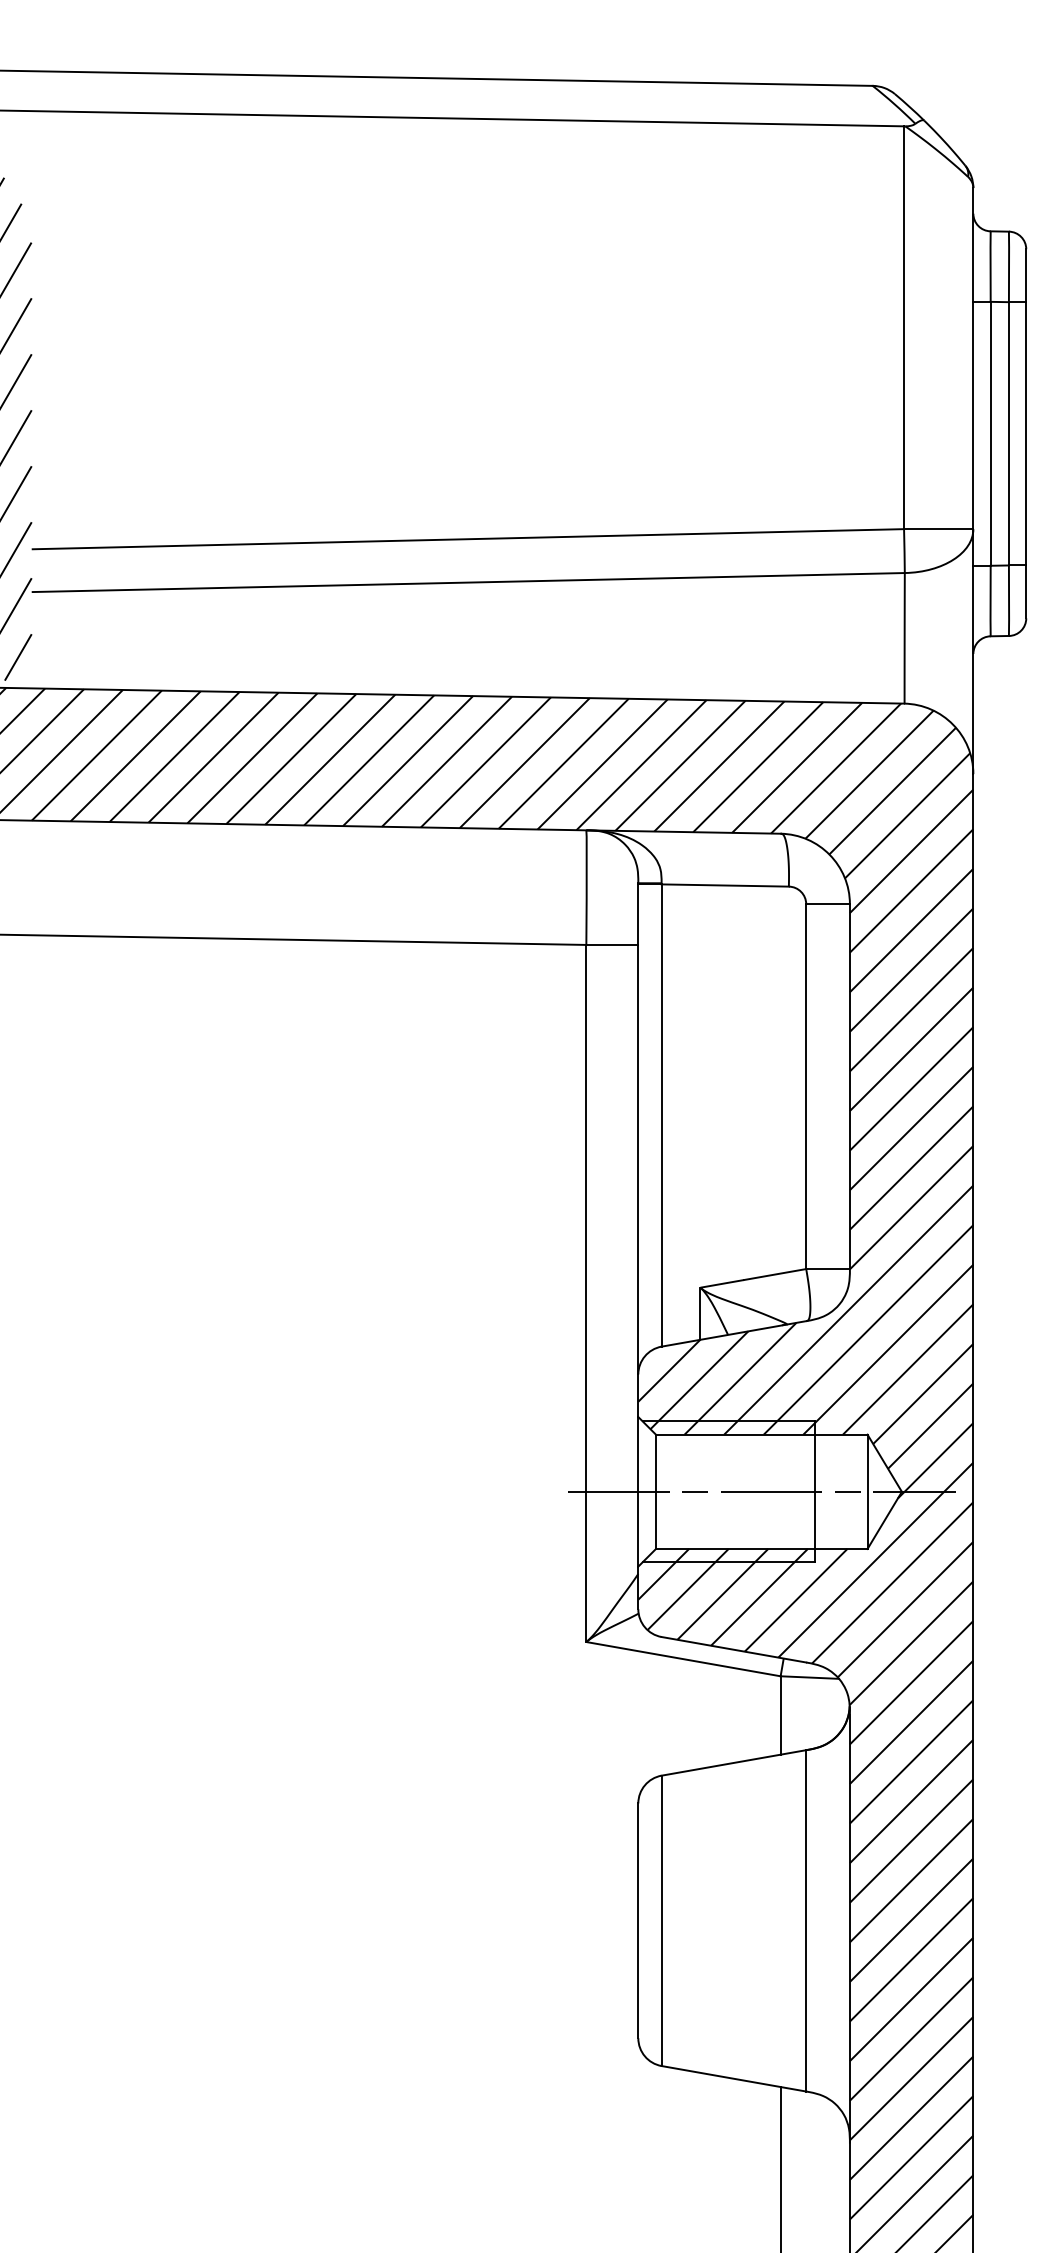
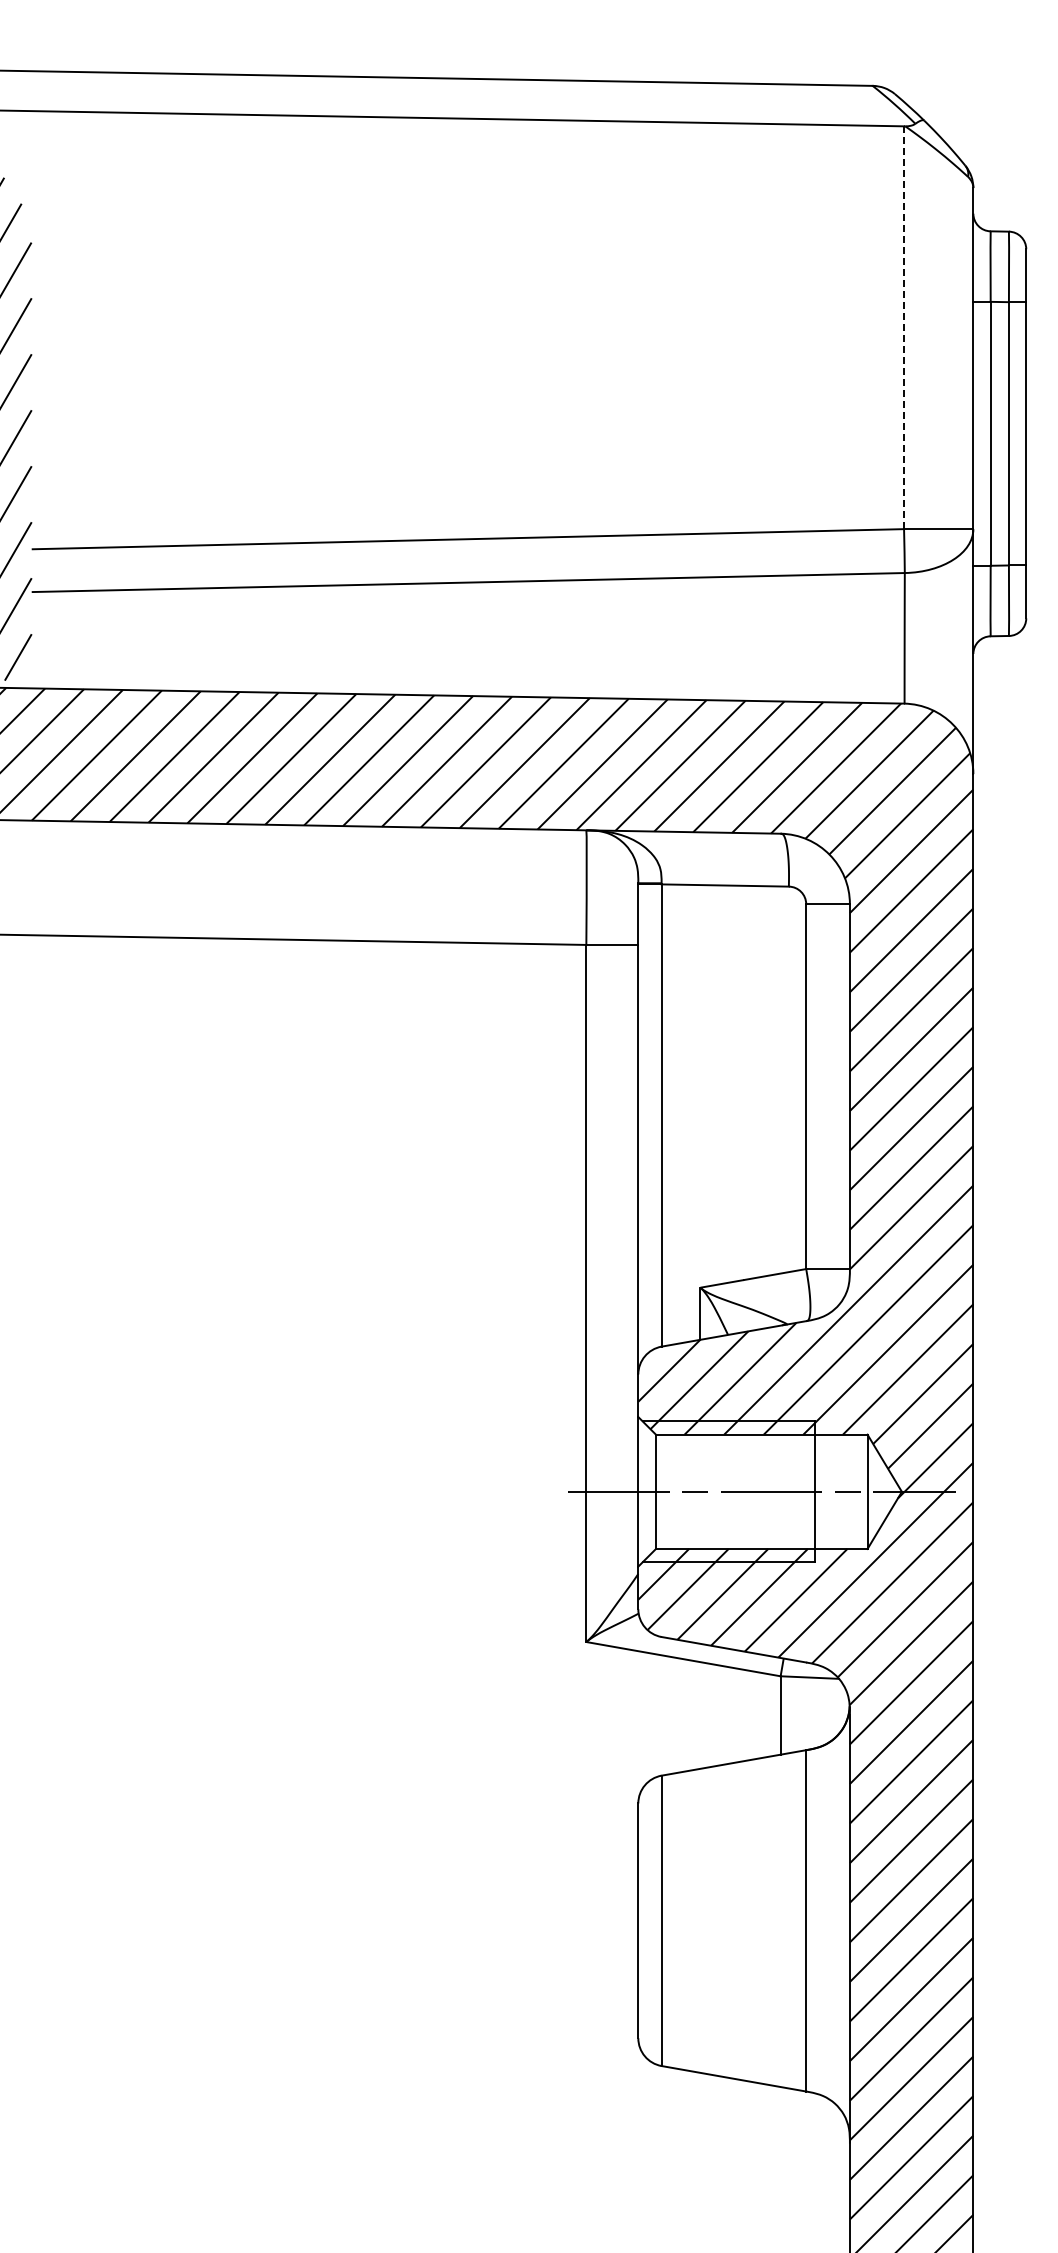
line at (904, 328): solid -> dashed
line at (780, 2168): present -> none
